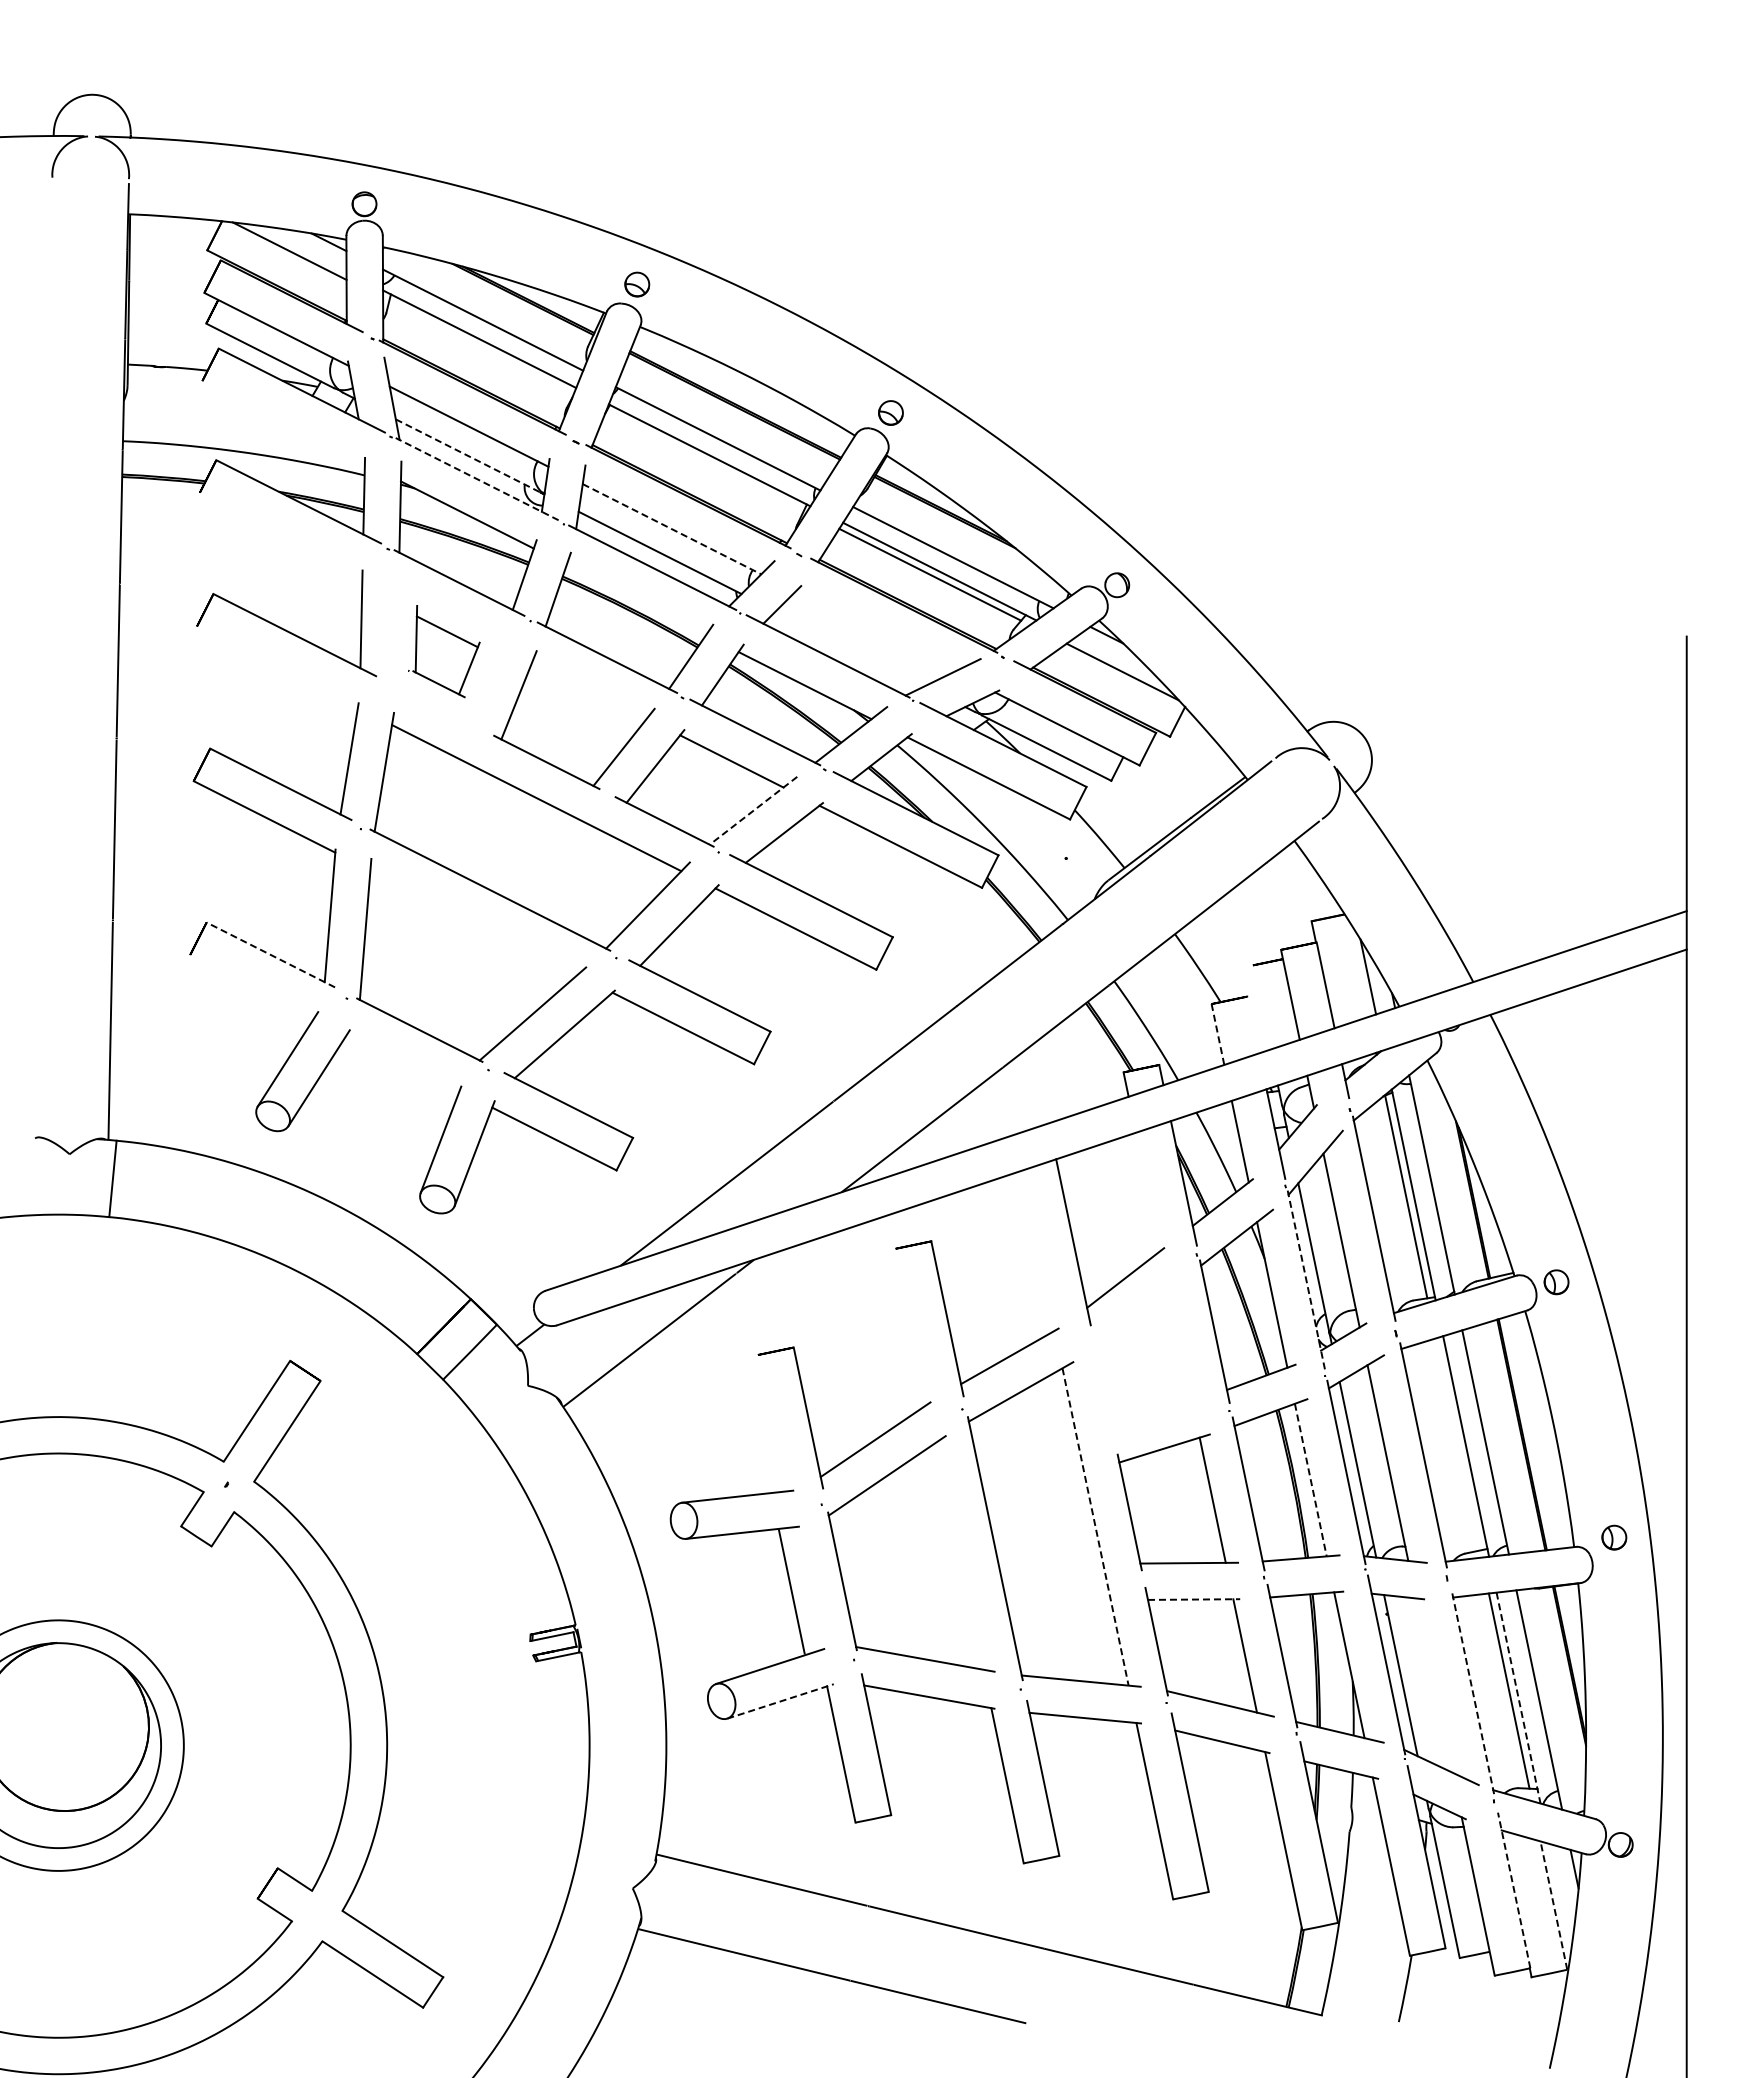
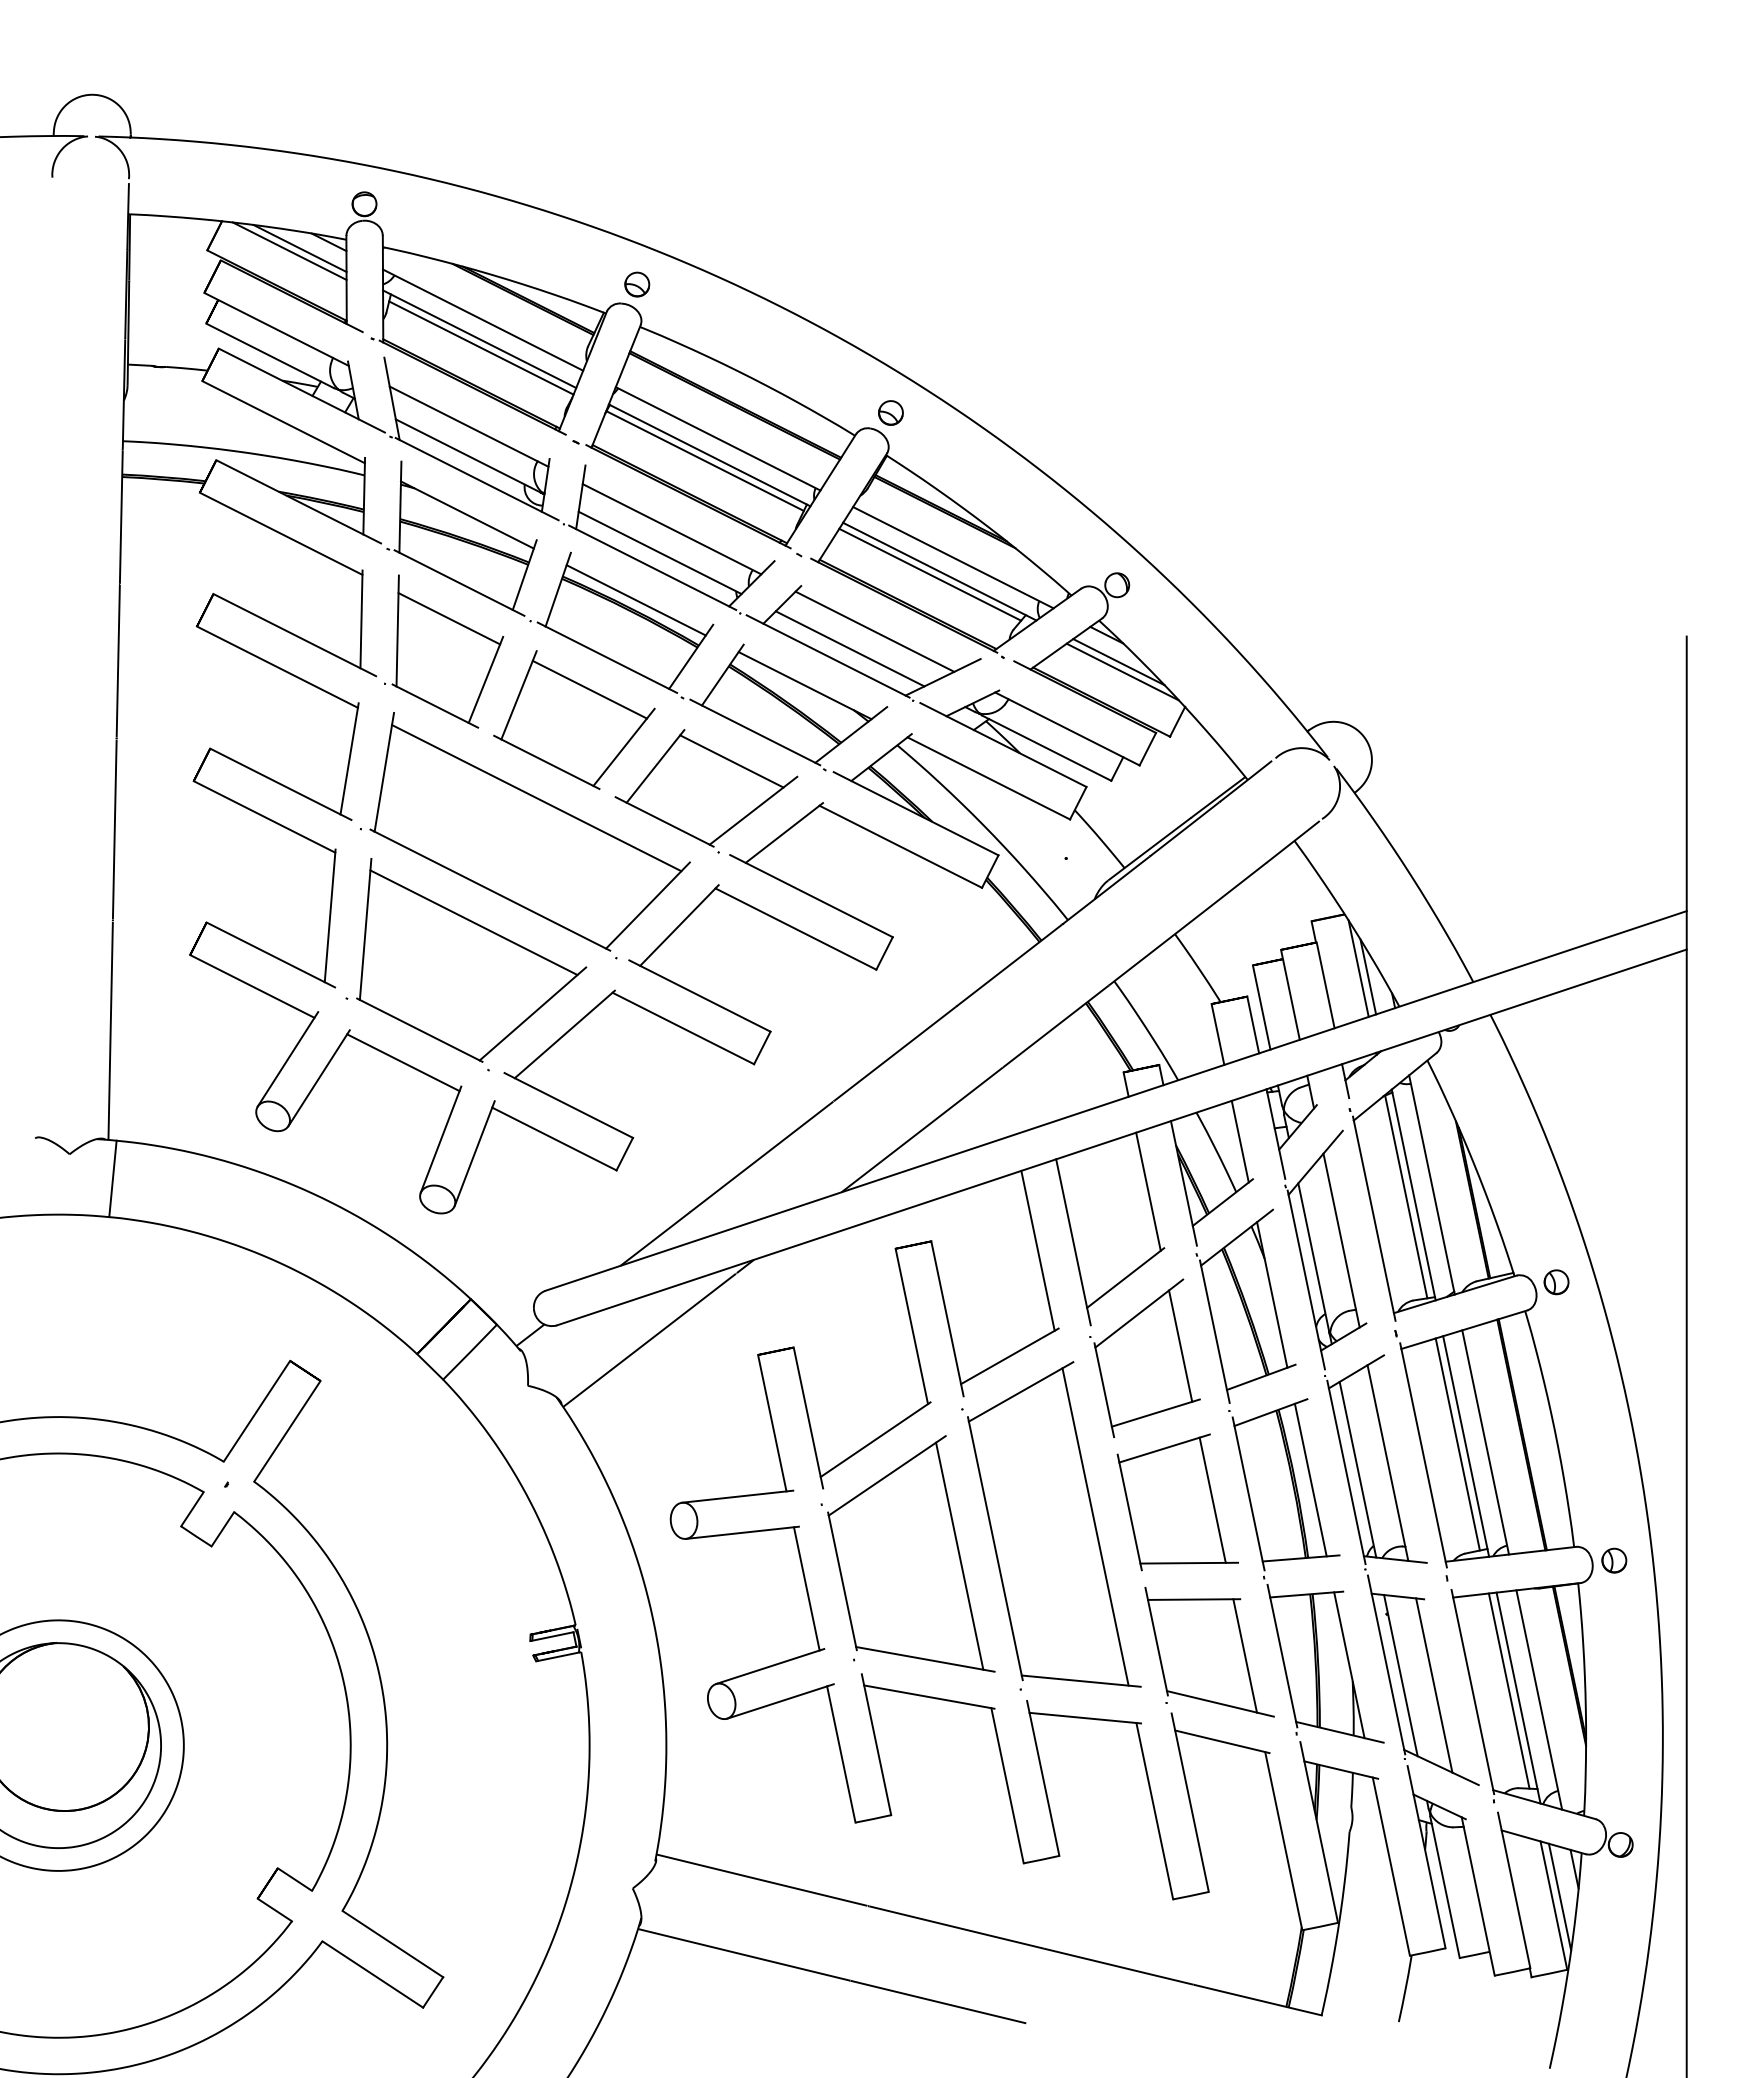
line at (299, 248): none -> present
line at (481, 347): none -> present
line at (283, 422): none -> present
line at (468, 455): dashed -> solid
line at (704, 460): none -> present
line at (476, 478): dashed -> solid
line at (672, 529): dashed -> solid
line at (280, 533): none -> present
line at (635, 600): none -> present
line at (874, 631): none -> present
line at (849, 648): none -> present
part at (444, 651) size: 73x94 px -> 121x155 px
line at (1118, 662): none -> present
line at (277, 666): none -> present
line at (589, 689): none -> present
line at (753, 811): dashed -> solid
line at (473, 922): none -> present
line at (270, 954): dashed -> solid
line at (1358, 968): none -> present
line at (252, 986): none -> present
line at (1261, 1007): none -> present
line at (1253, 1024): none -> present
line at (1218, 1035): dashed -> solid
line at (403, 1062): none -> present
line at (1148, 1191): none -> present
line at (1037, 1250): none -> present
line at (1306, 1279): dashed -> solid
line at (911, 1326): none -> present
part at (1144, 1358): none -> present
line at (772, 1423): none -> present
line at (1457, 1444): none -> present
line at (1310, 1480): dashed -> solid
line at (1095, 1527): dashed -> solid
part at (1614, 1537) position: (1614, 1537) -> (1614, 1560)
line at (959, 1555): none -> present
line at (791, 1591) position: (791, 1591) -> (806, 1588)
line at (1194, 1599): dashed -> solid
line at (1434, 1685): none -> present
line at (1472, 1691): dashed -> solid
line at (1518, 1698): dashed -> solid
line at (780, 1701): dashed -> solid
line at (1514, 1889): dashed -> solid
line at (1559, 1896): none -> present
line at (1553, 1905): dashed -> solid
